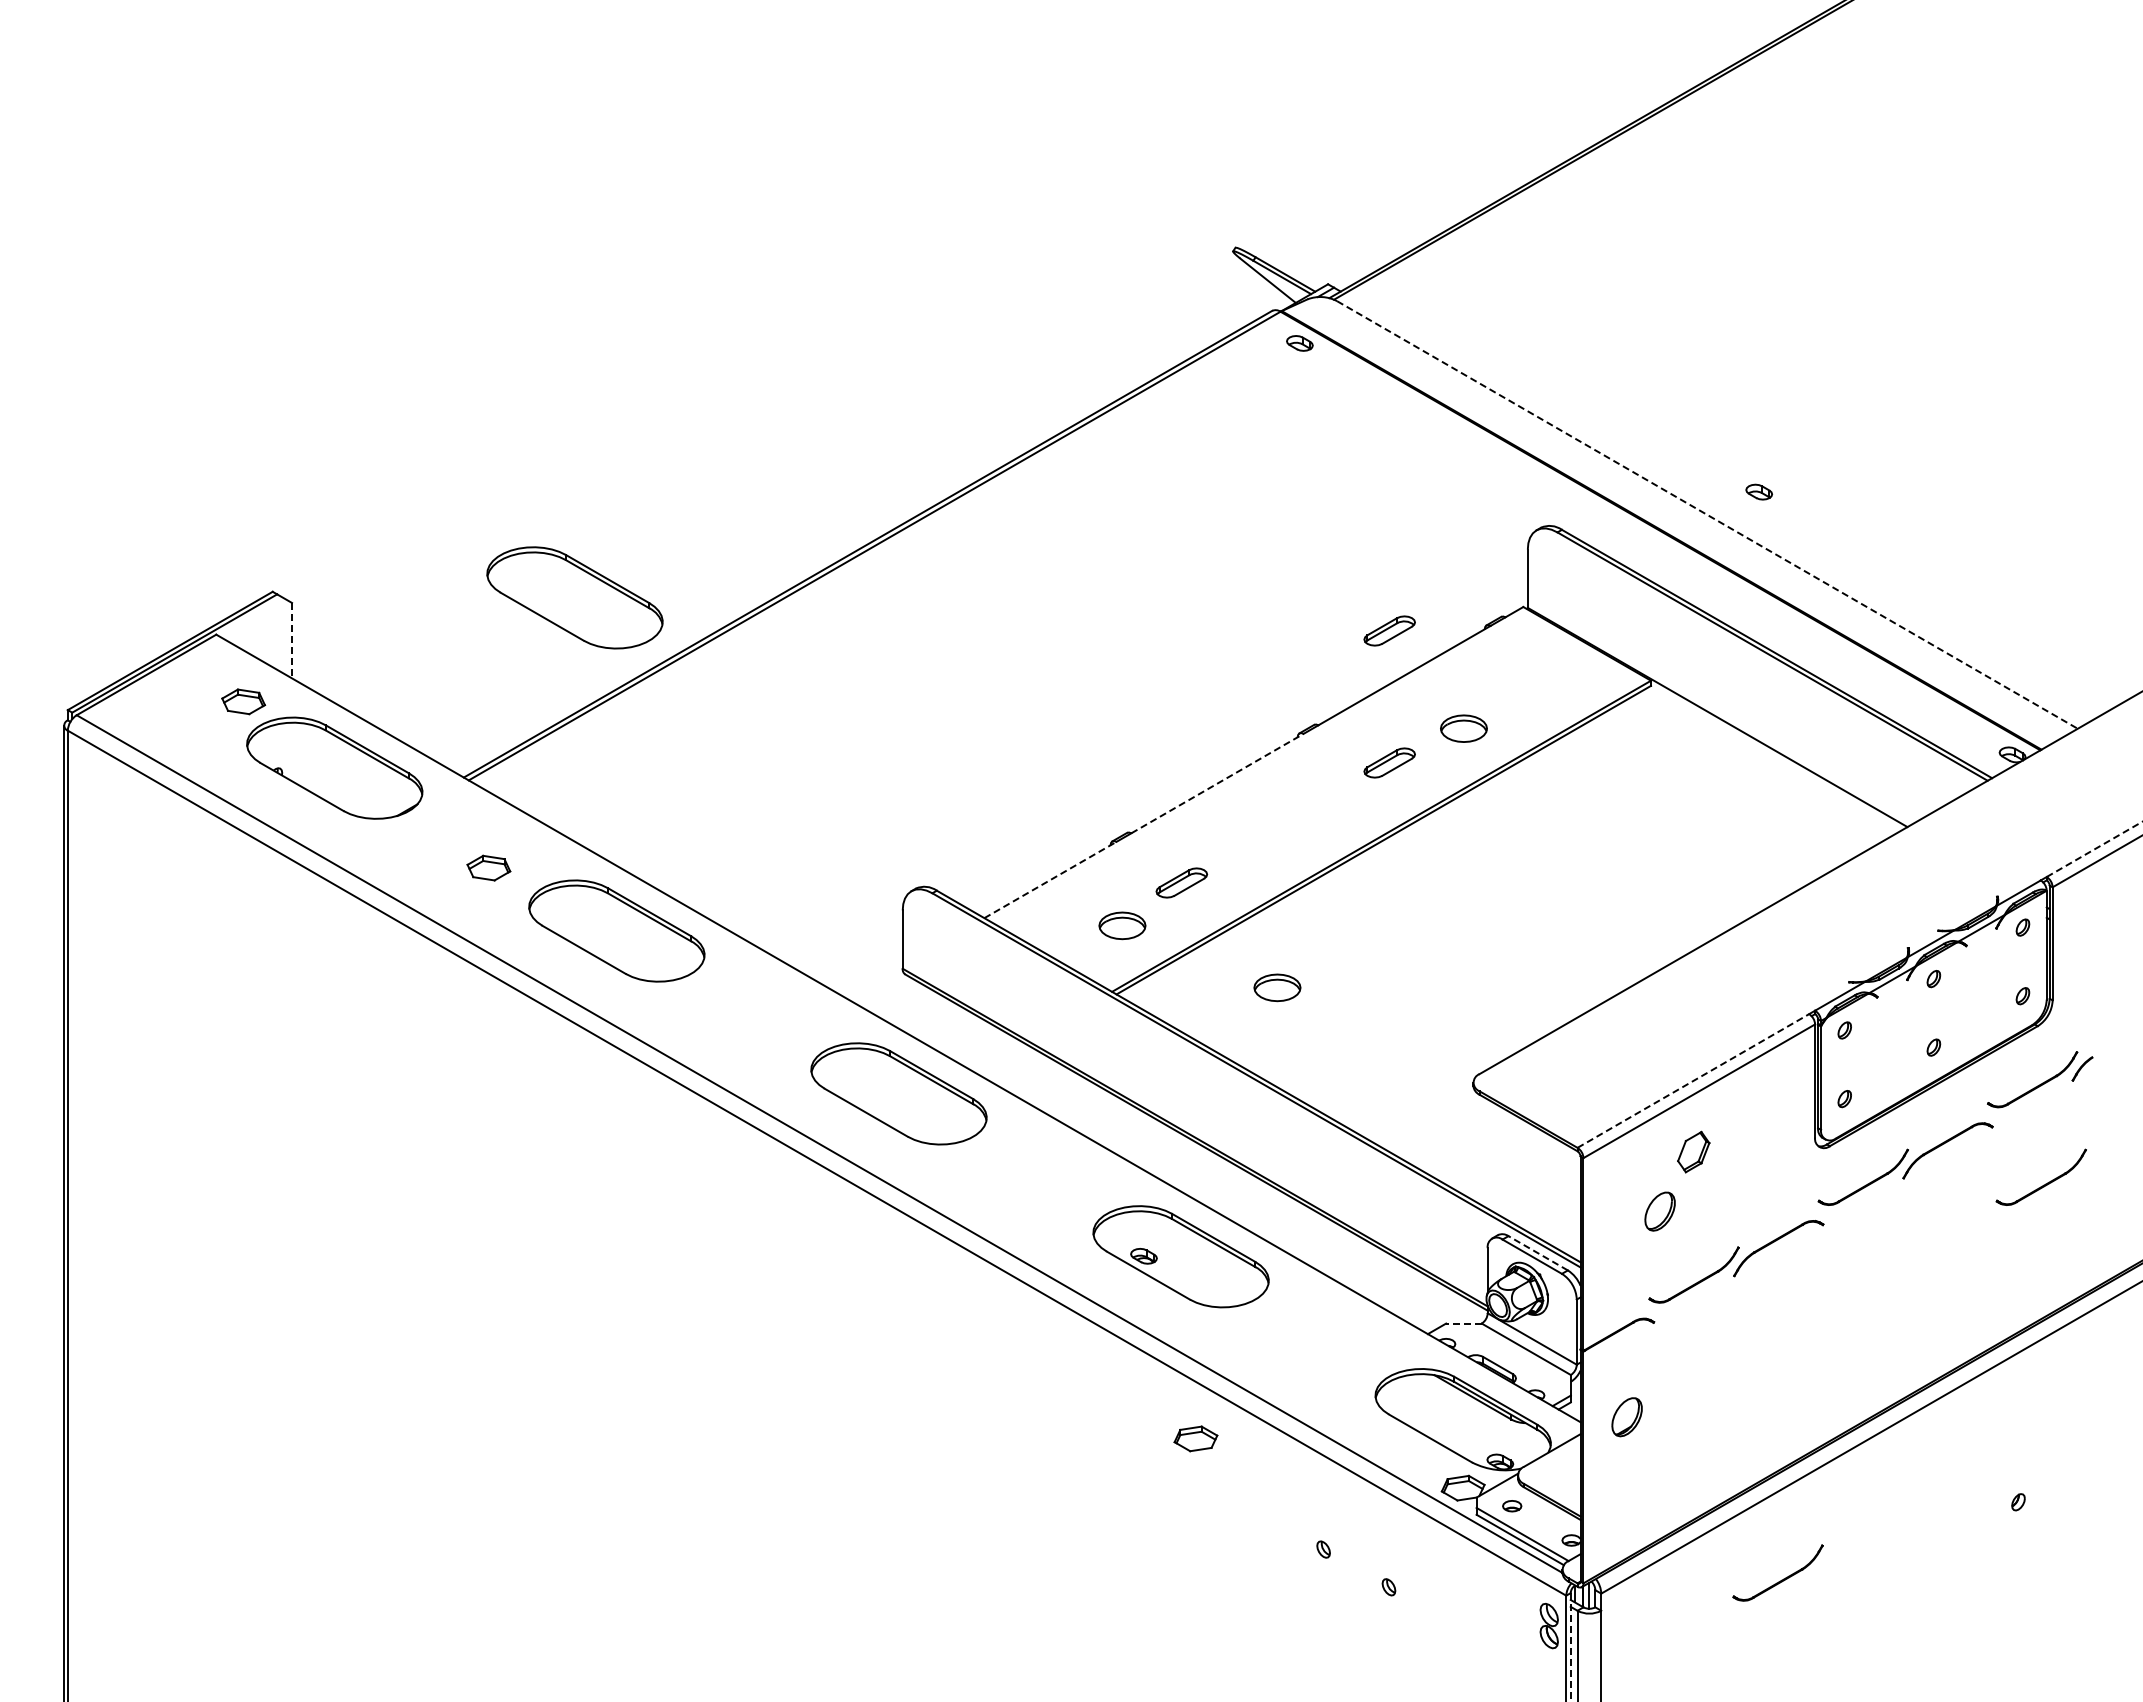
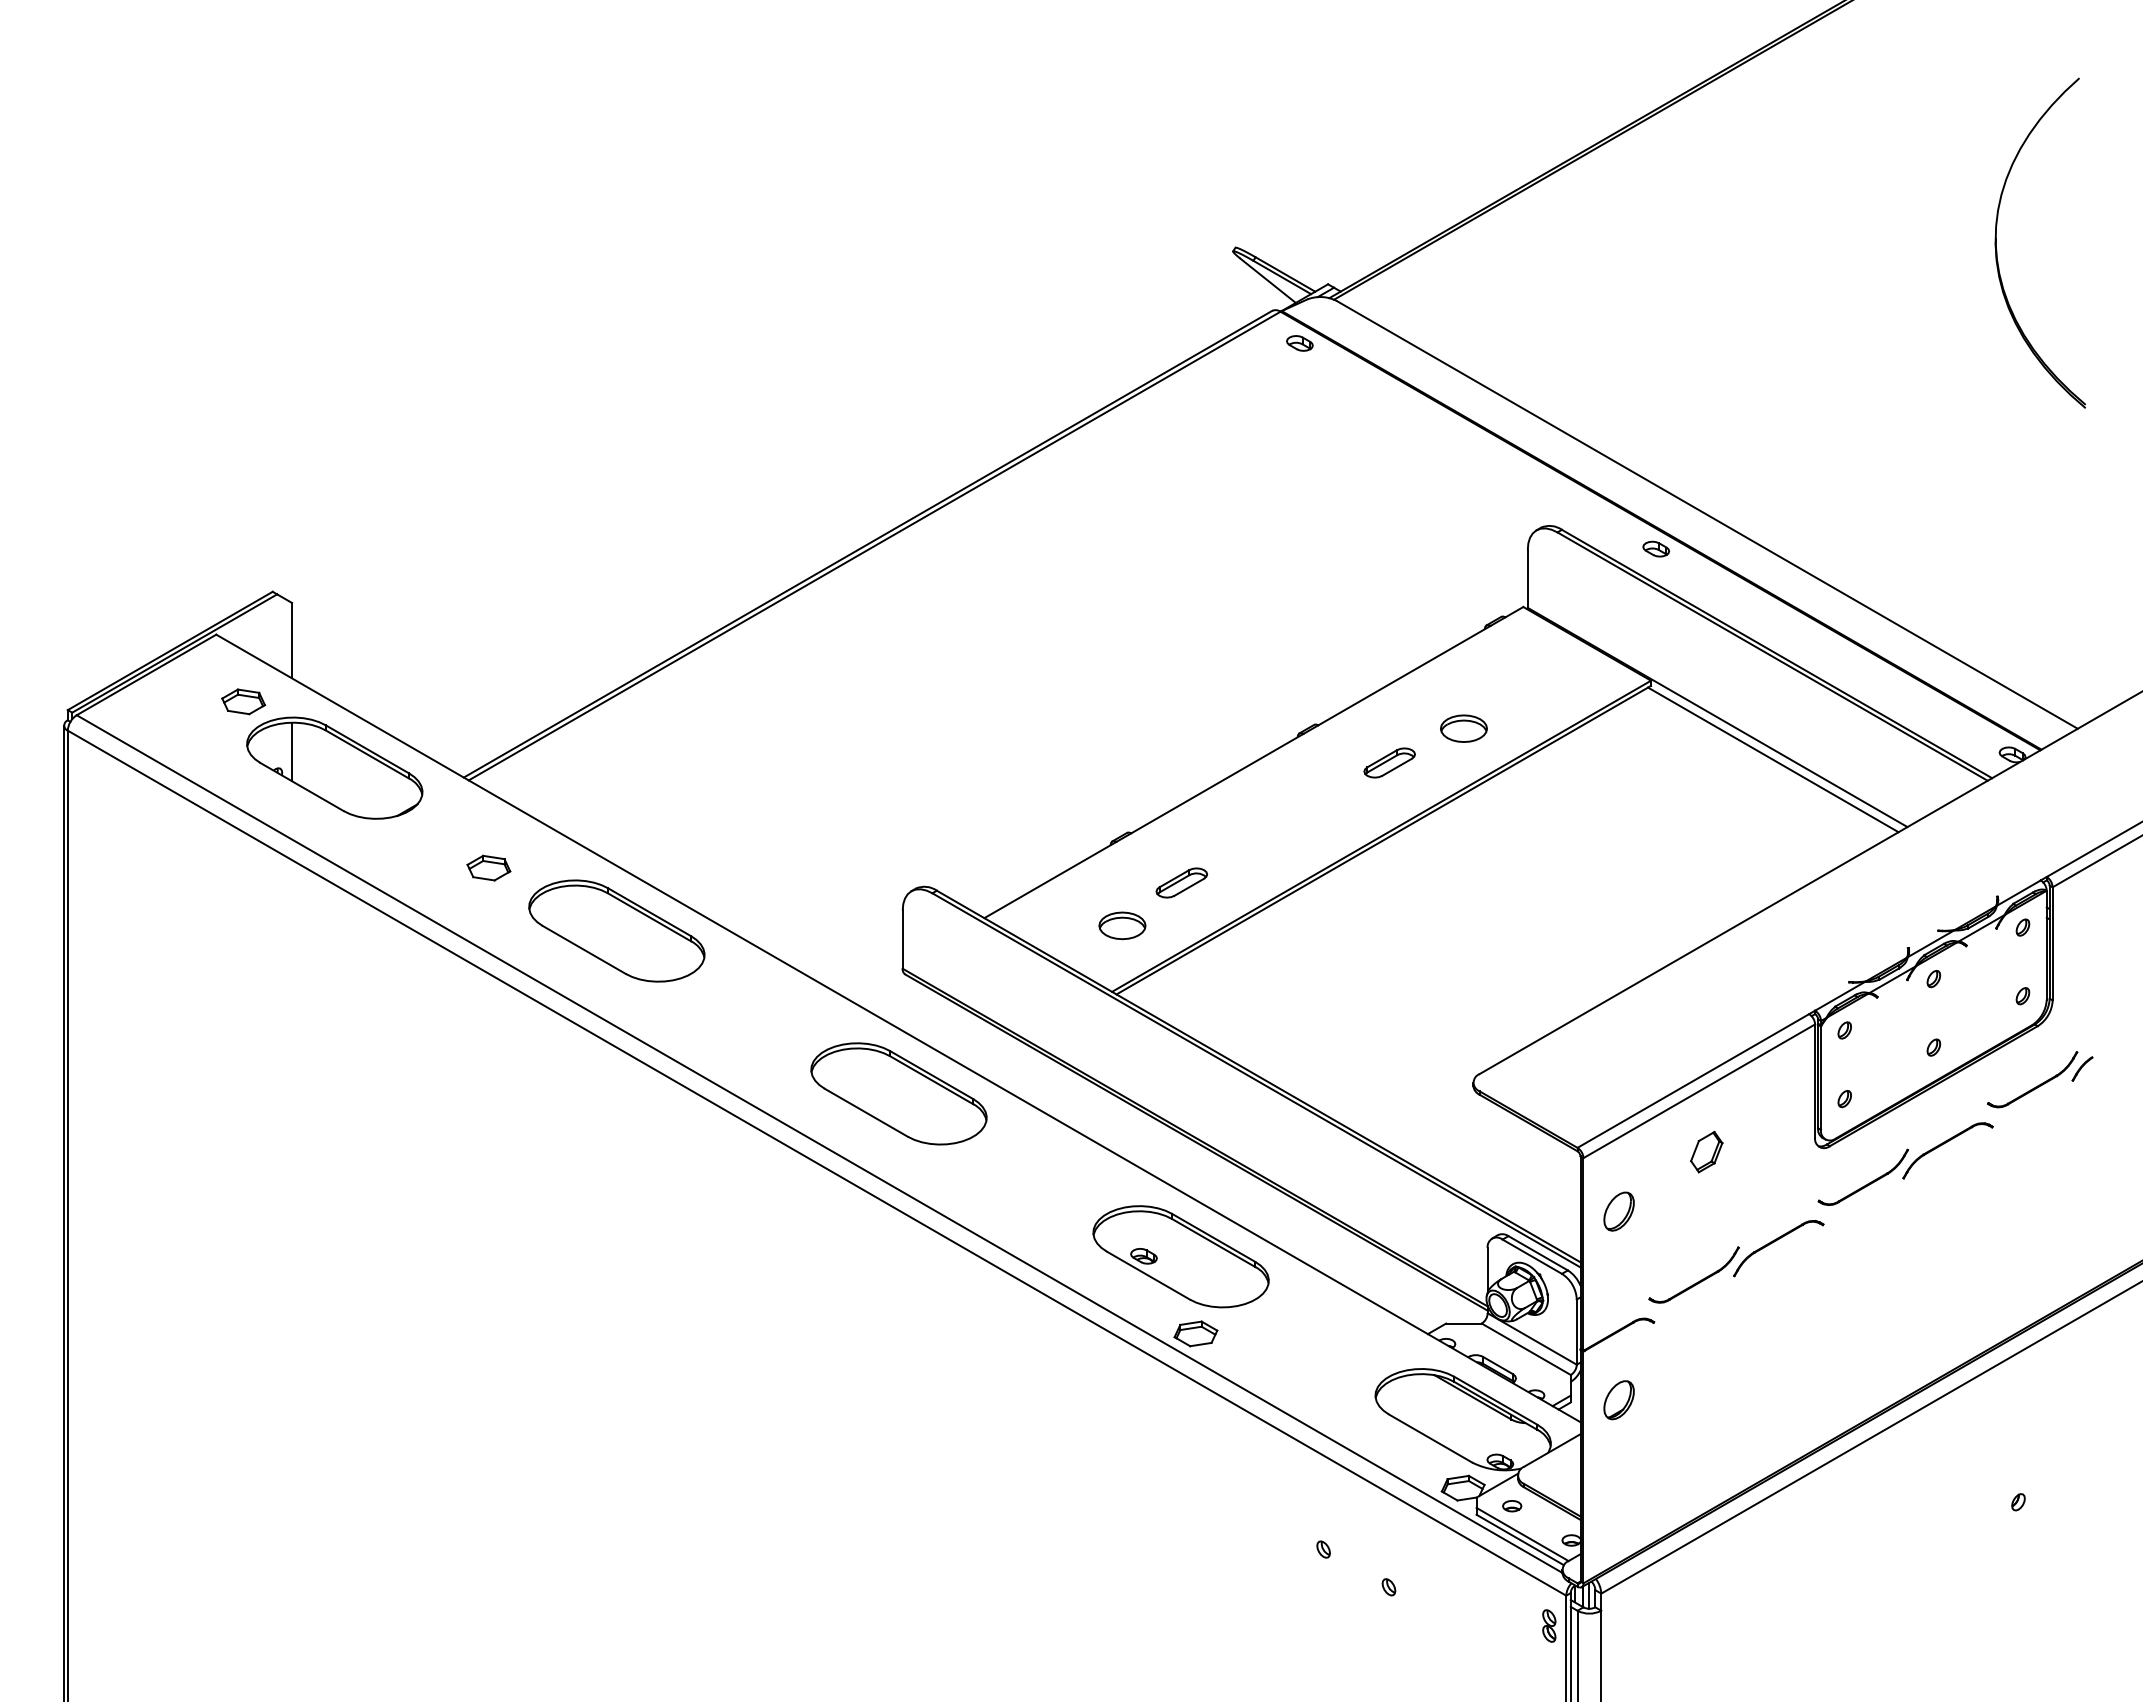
part at (1997, 249): none -> present
part at (1758, 491) position: (1758, 491) -> (1655, 548)
line at (1707, 515): dashed -> solid
part at (574, 597): present -> none
part at (1389, 630): present -> none
line at (292, 640): dashed -> solid
line at (292, 751): none -> present
line at (1773, 759): none -> present
line at (1217, 783): dashed -> solid
line at (2095, 849): dashed -> solid
line at (1050, 879): dashed -> solid
part at (1277, 987): present -> none
line at (1693, 1080): dashed -> solid
part at (1693, 1151) position: (1693, 1151) -> (1706, 1151)
part at (2043, 1184): present -> none
part at (1659, 1211) position: (1659, 1211) -> (1618, 1211)
line at (1537, 1253): dashed -> solid
line at (1463, 1323): dashed -> solid
part at (1626, 1417) position: (1626, 1417) -> (1618, 1400)
part at (1195, 1438) position: (1195, 1438) -> (1195, 1333)
part at (1781, 1579): present -> none
part at (1548, 1626) size: 20x47 px -> 15x34 px
line at (1570, 1647): dashed -> solid
